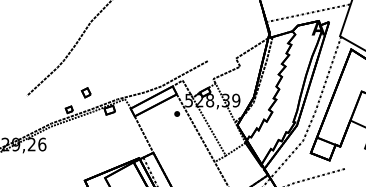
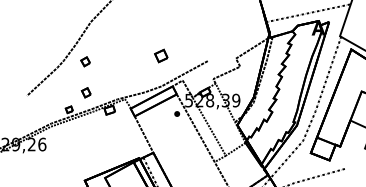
part at (161, 55): none -> present
part at (85, 61): none -> present
